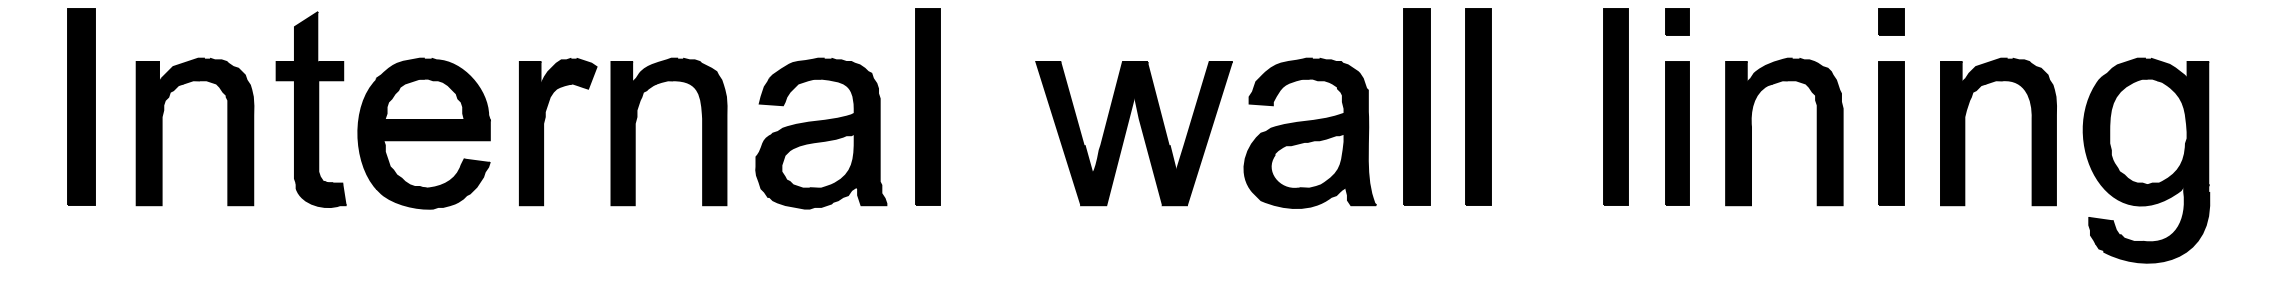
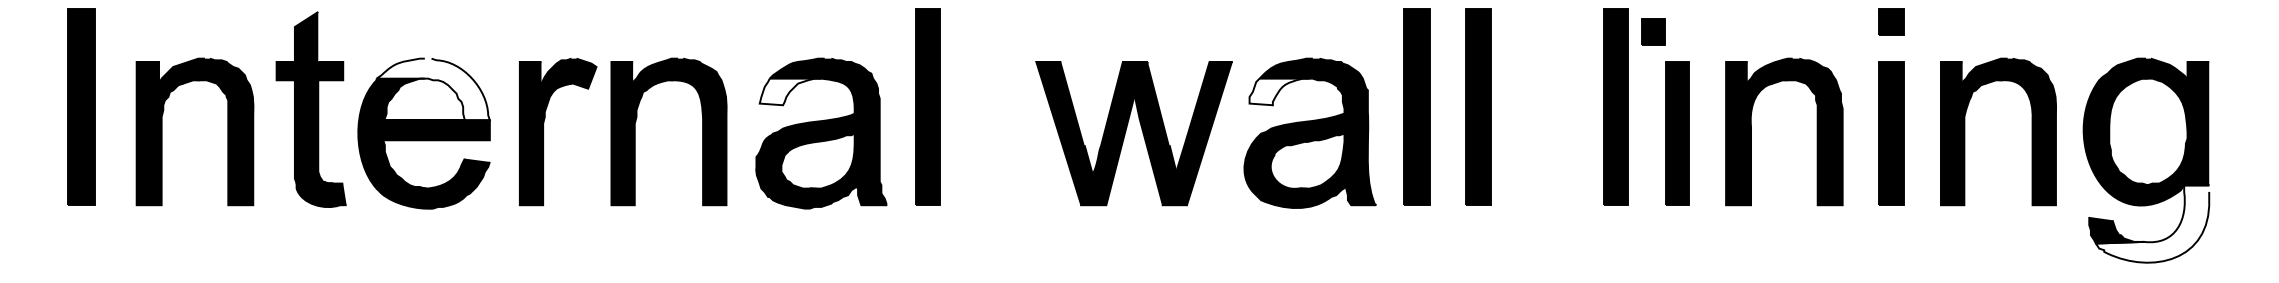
part at (1677, 21) position: (1677, 21) -> (1653, 31)
fill at (432, 89): present -> none
fill at (790, 91): present -> none
fill at (1279, 91): present -> none
fill at (2152, 223): present -> none
